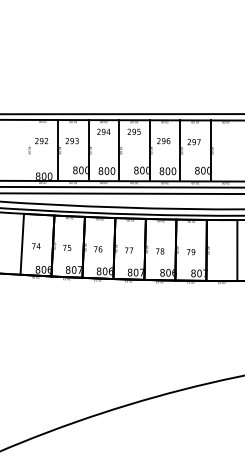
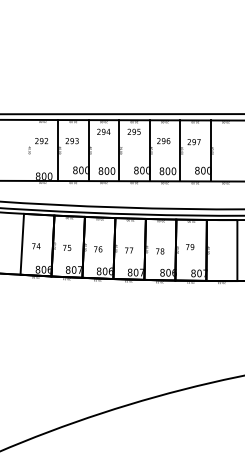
line at (121, 186): present -> none
line at (121, 193): present -> none
text at (191, 252) position: (191, 252) -> (190, 247)
